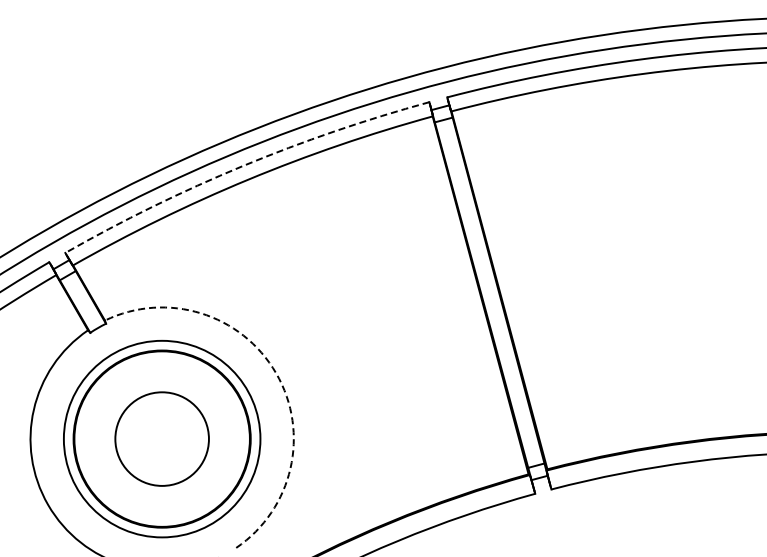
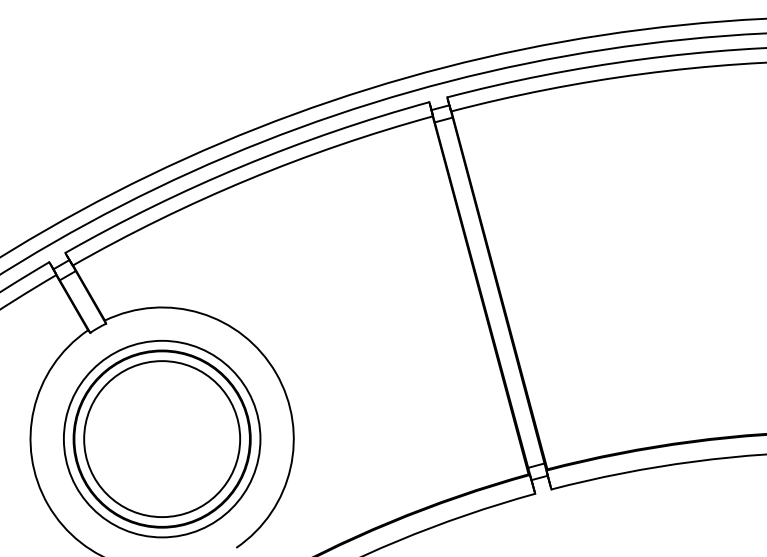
arc at (242, 166): dashed -> solid
arc at (276, 373): dashed -> solid
circle at (161, 438) diameter: 94 px -> 156 px
